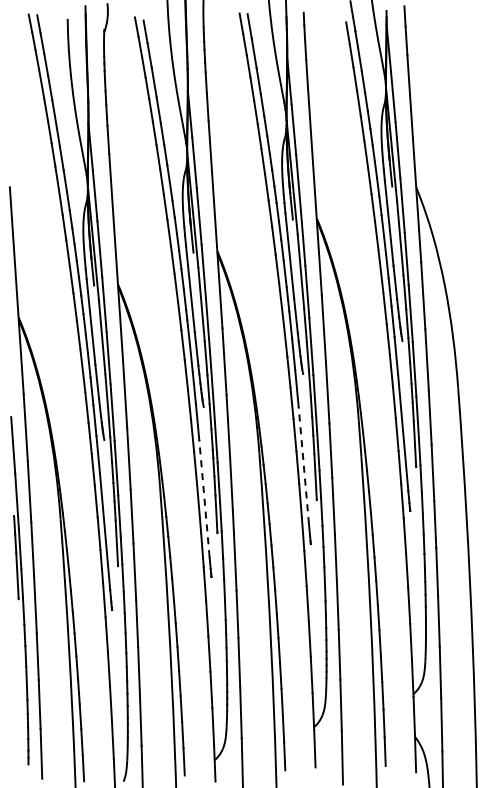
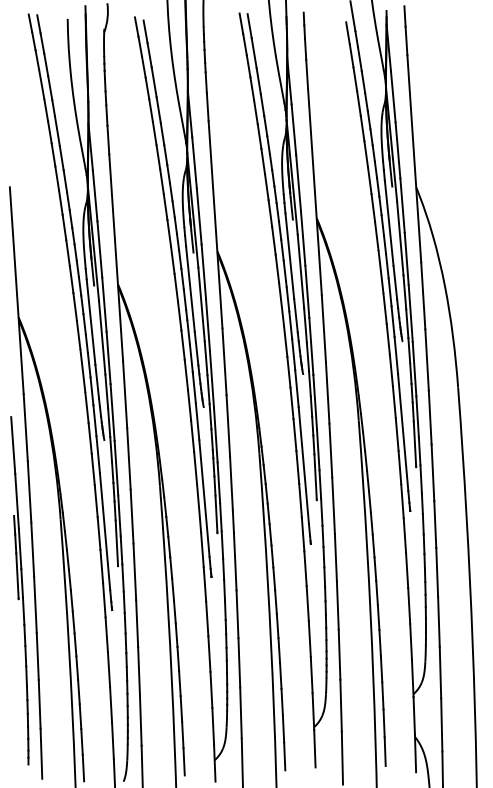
line at (303, 465): dashed -> solid
line at (204, 498): dashed -> solid
